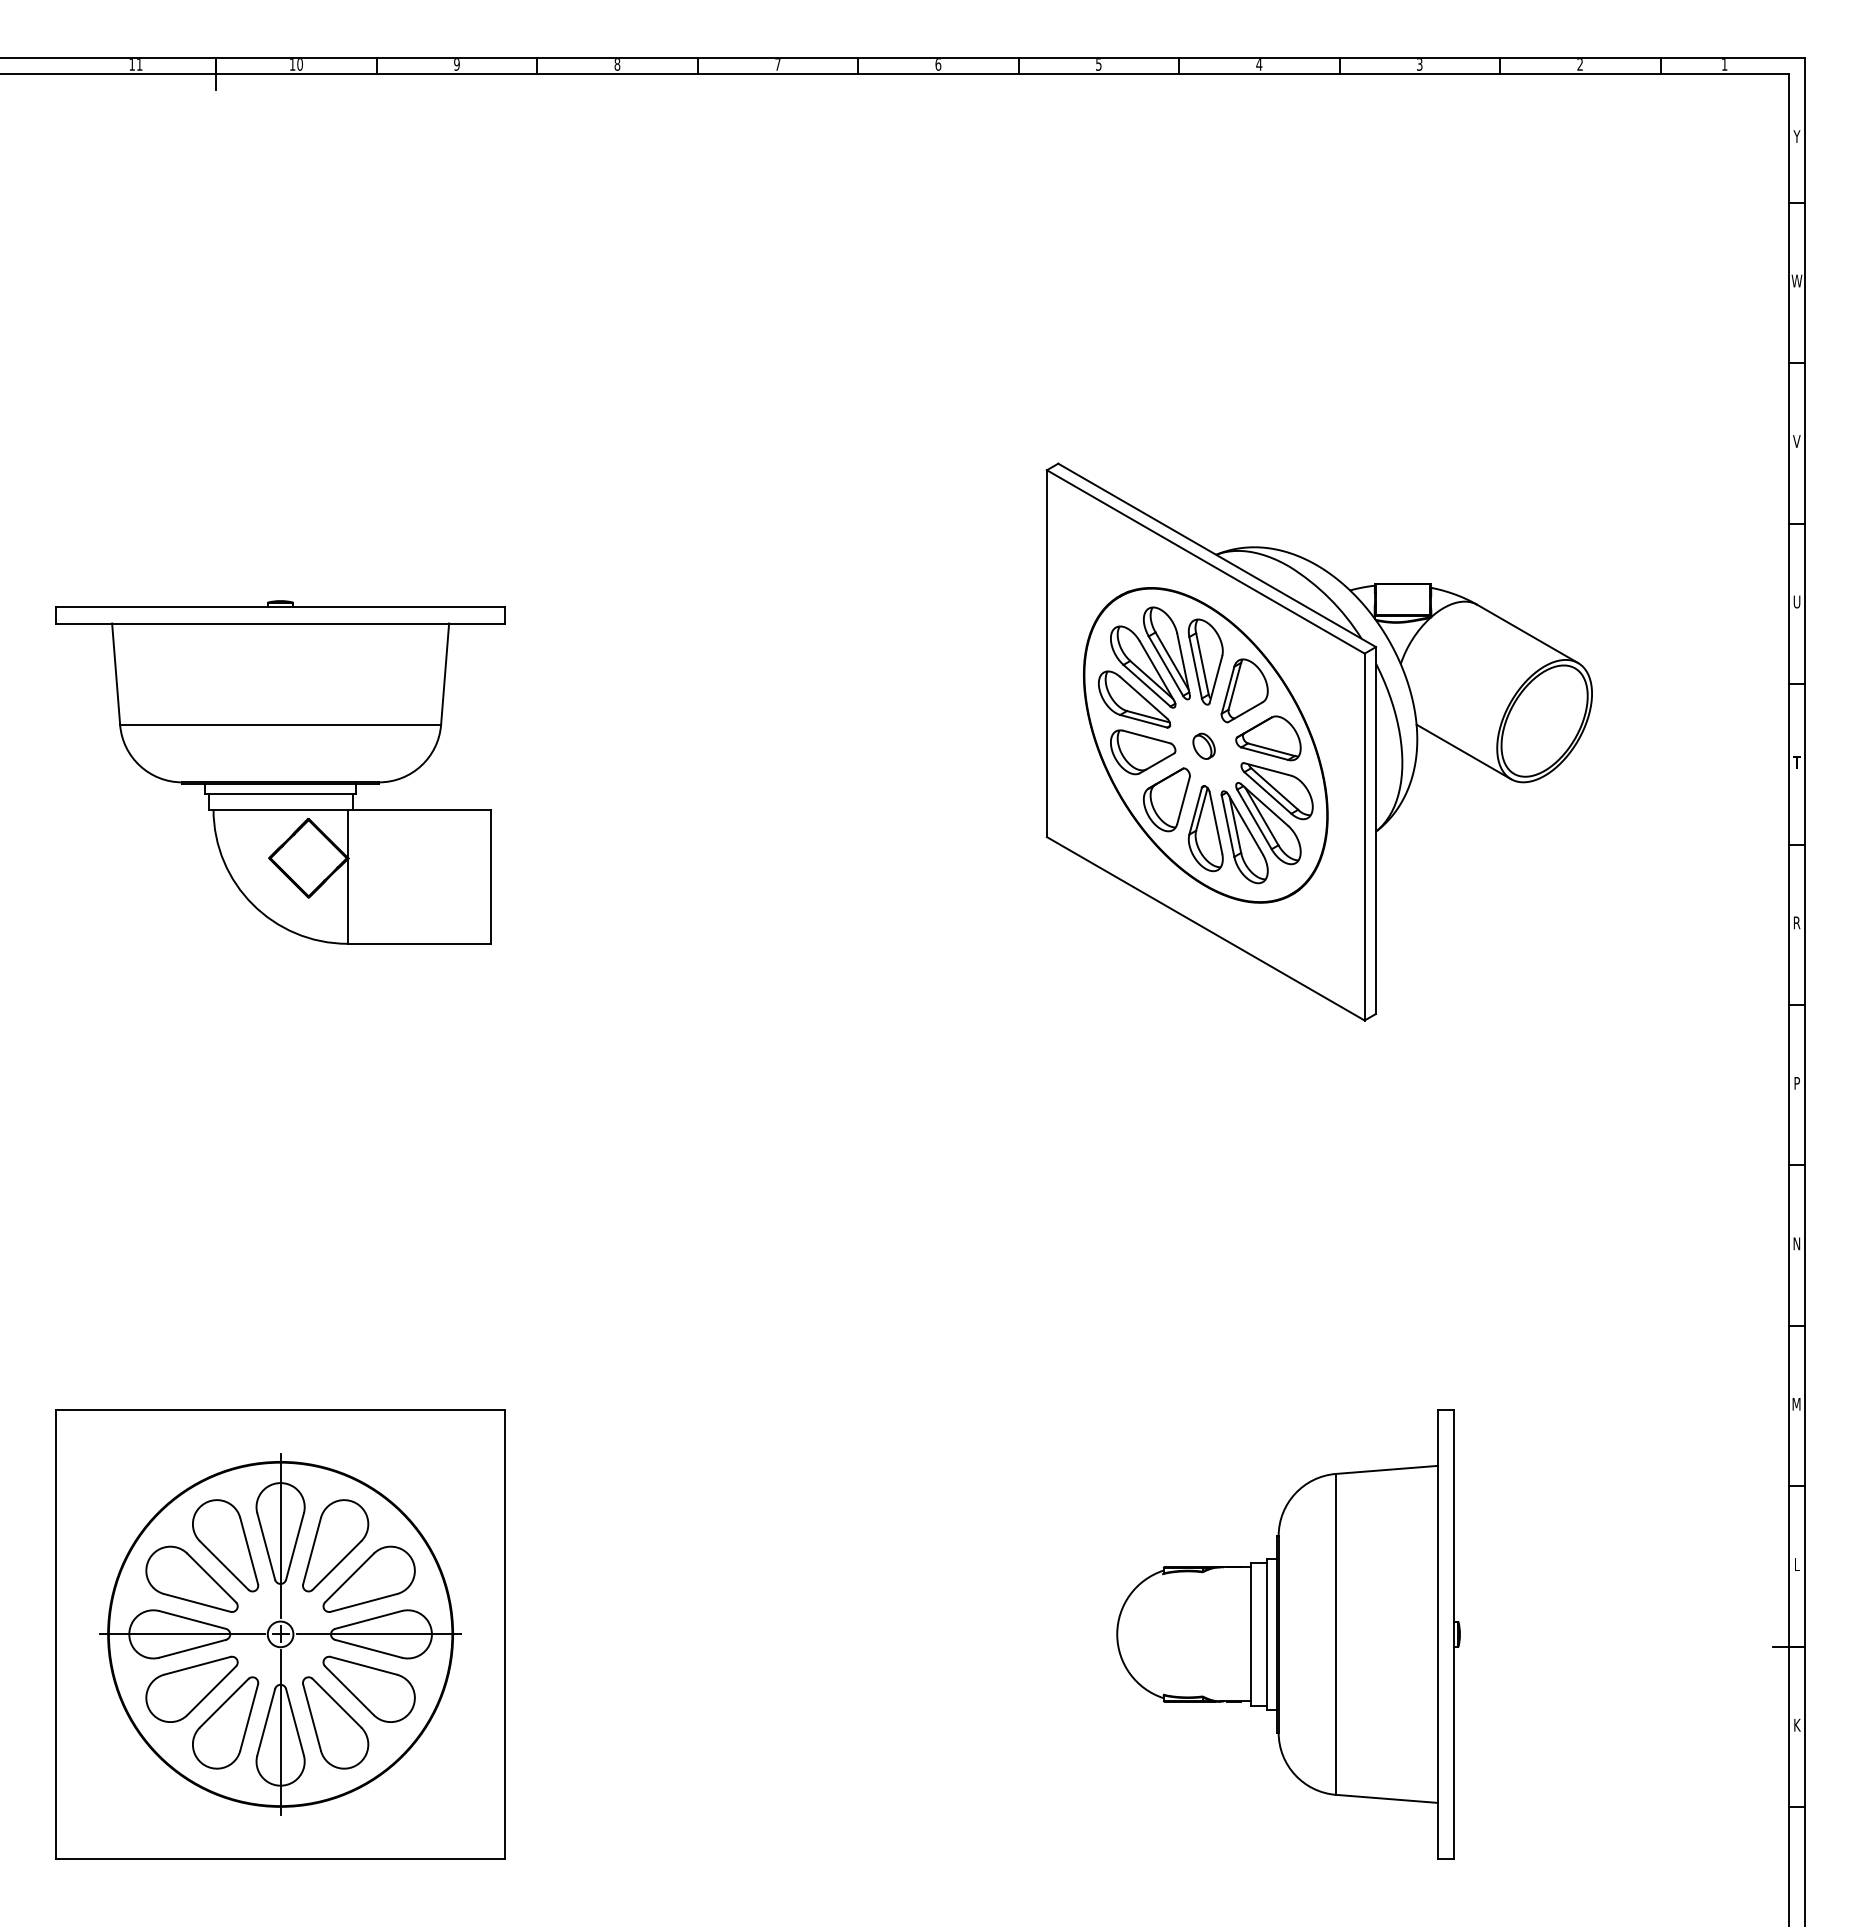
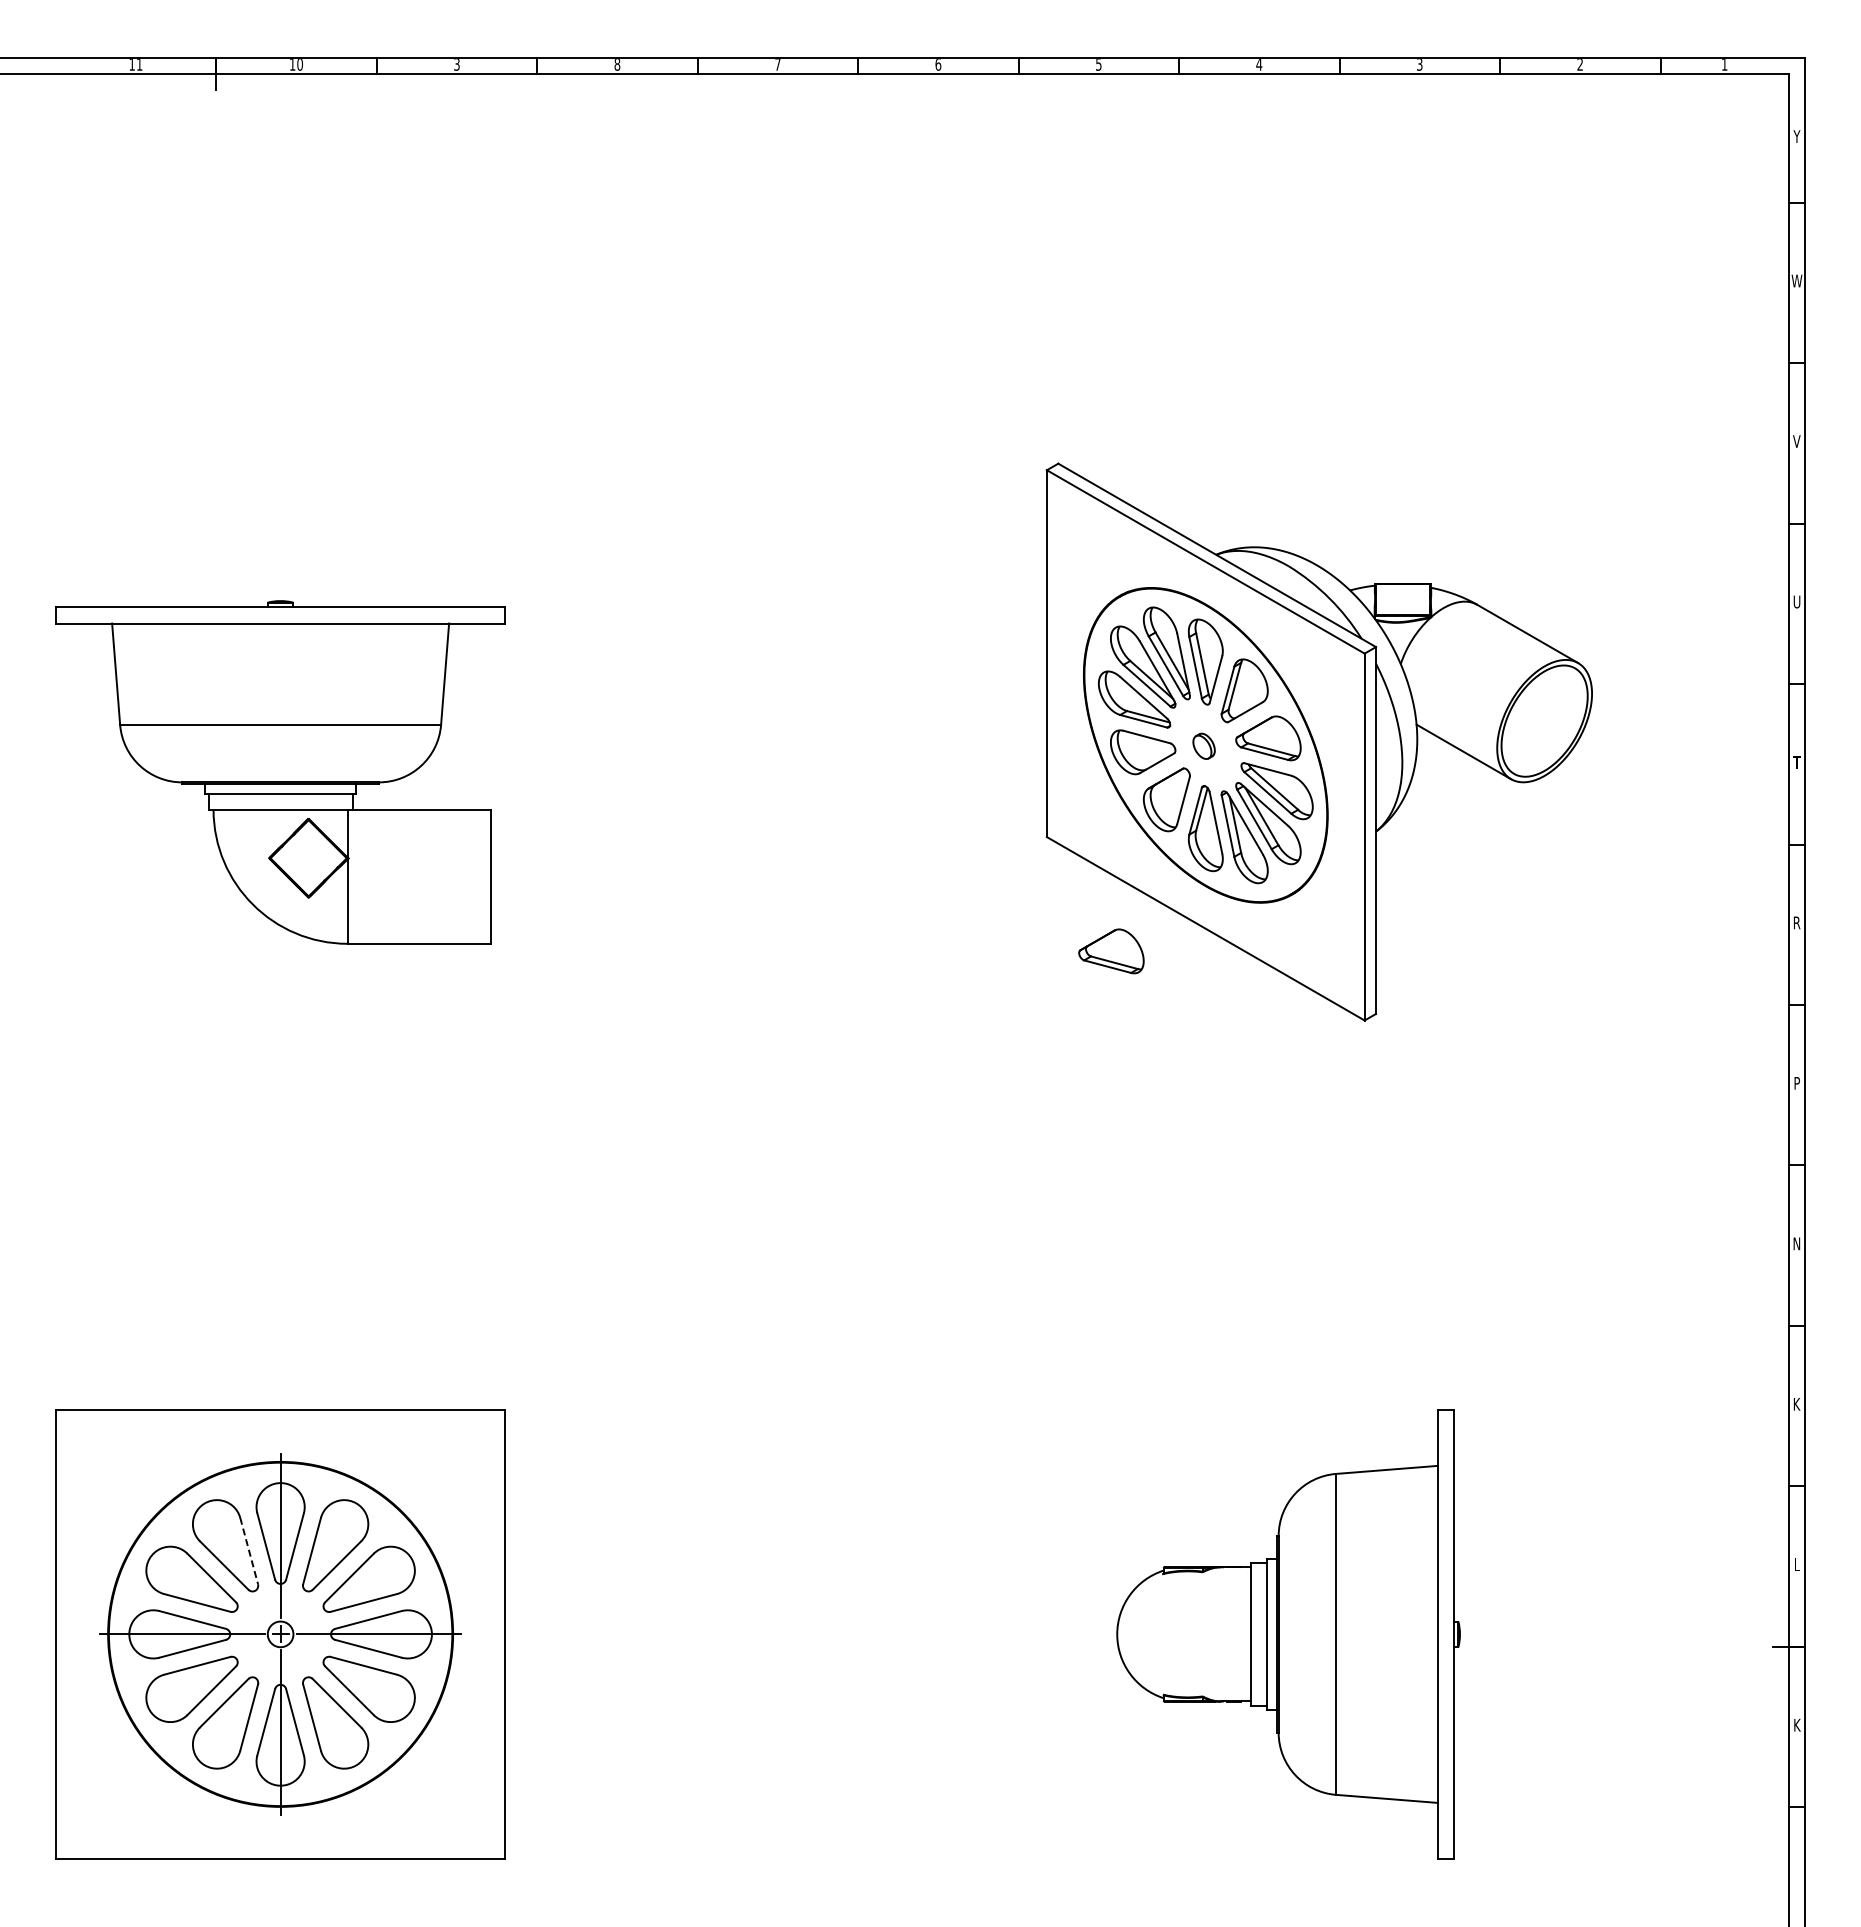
text at (456, 64): 9 -> 3
part at (1111, 951): none -> present
text at (1796, 1404): M -> K
line at (249, 1551): solid -> dashed
